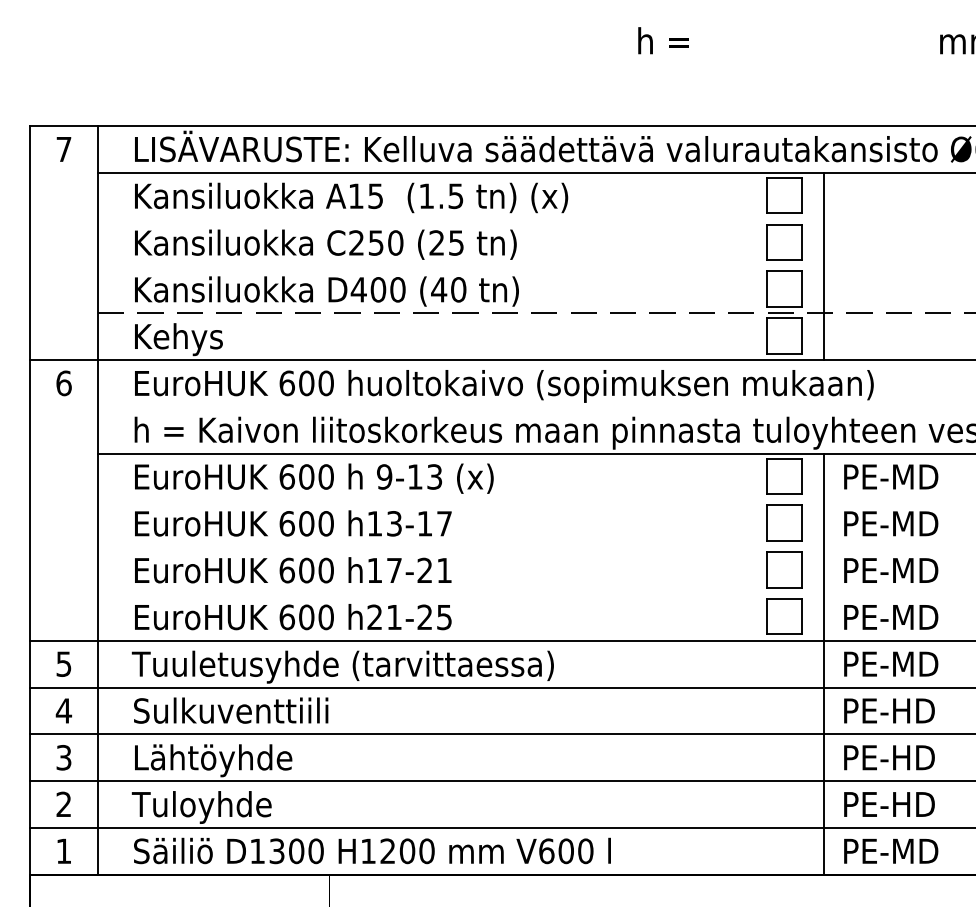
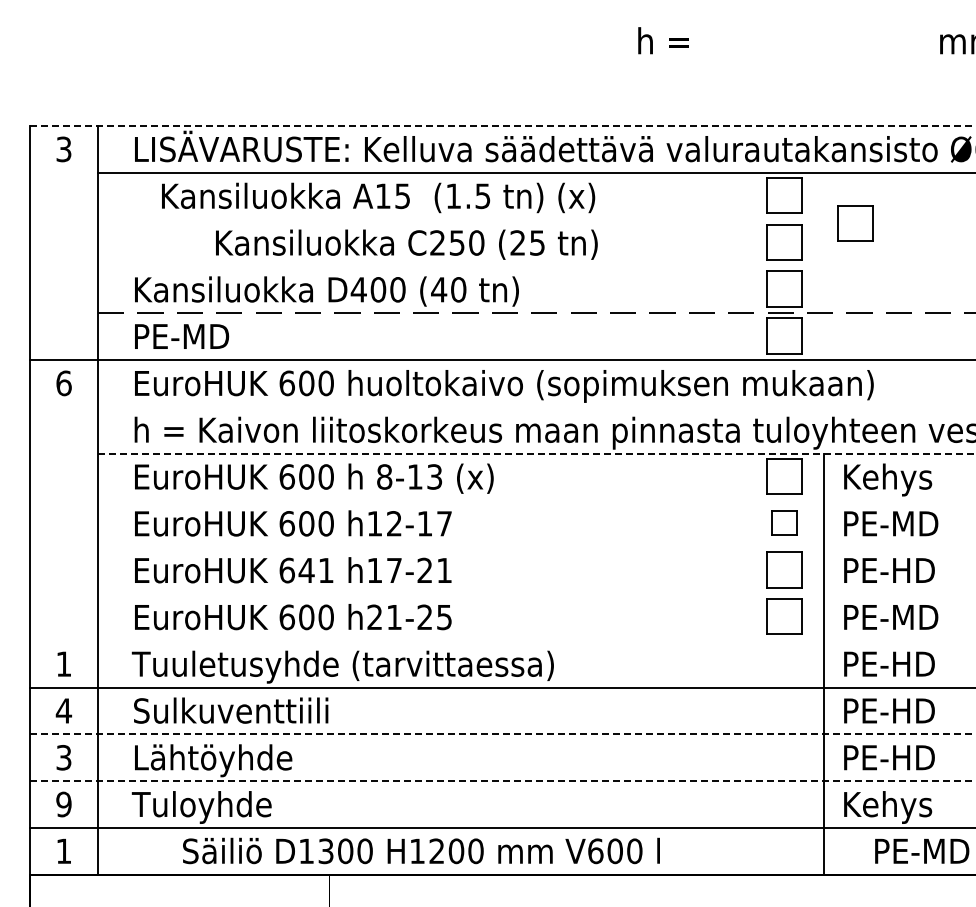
line at (503, 126): solid -> dashed
text at (63, 149): 7 -> 3
text at (351, 197) position: (351, 197) -> (378, 197)
part at (855, 223): none -> present
text at (325, 244) position: (325, 244) -> (406, 244)
line at (824, 266): present -> none
text at (183, 339): Kehys -> PE-MD
line at (536, 453): solid -> dashed
text at (384, 476): 9-13 -> 8-13
text at (892, 479): PE-MD -> Kehys
part at (784, 522) size: 37x38 px -> 27x26 px
text at (394, 523): h13-17 -> h12-17
text at (315, 570): 600 -> 641
text at (917, 570): PE-MD -> PE-HD
line at (501, 640): present -> none
text at (63, 663): 5 -> 1
text at (917, 663): PE-MD -> PE-HD
line at (503, 734): solid -> dashed
line at (503, 781): solid -> dashed
text at (63, 804): 2 -> 9
text at (890, 807): PE-HD -> Kehys
text at (372, 850) position: (372, 850) -> (421, 850)
text at (891, 851) position: (891, 851) -> (922, 851)
